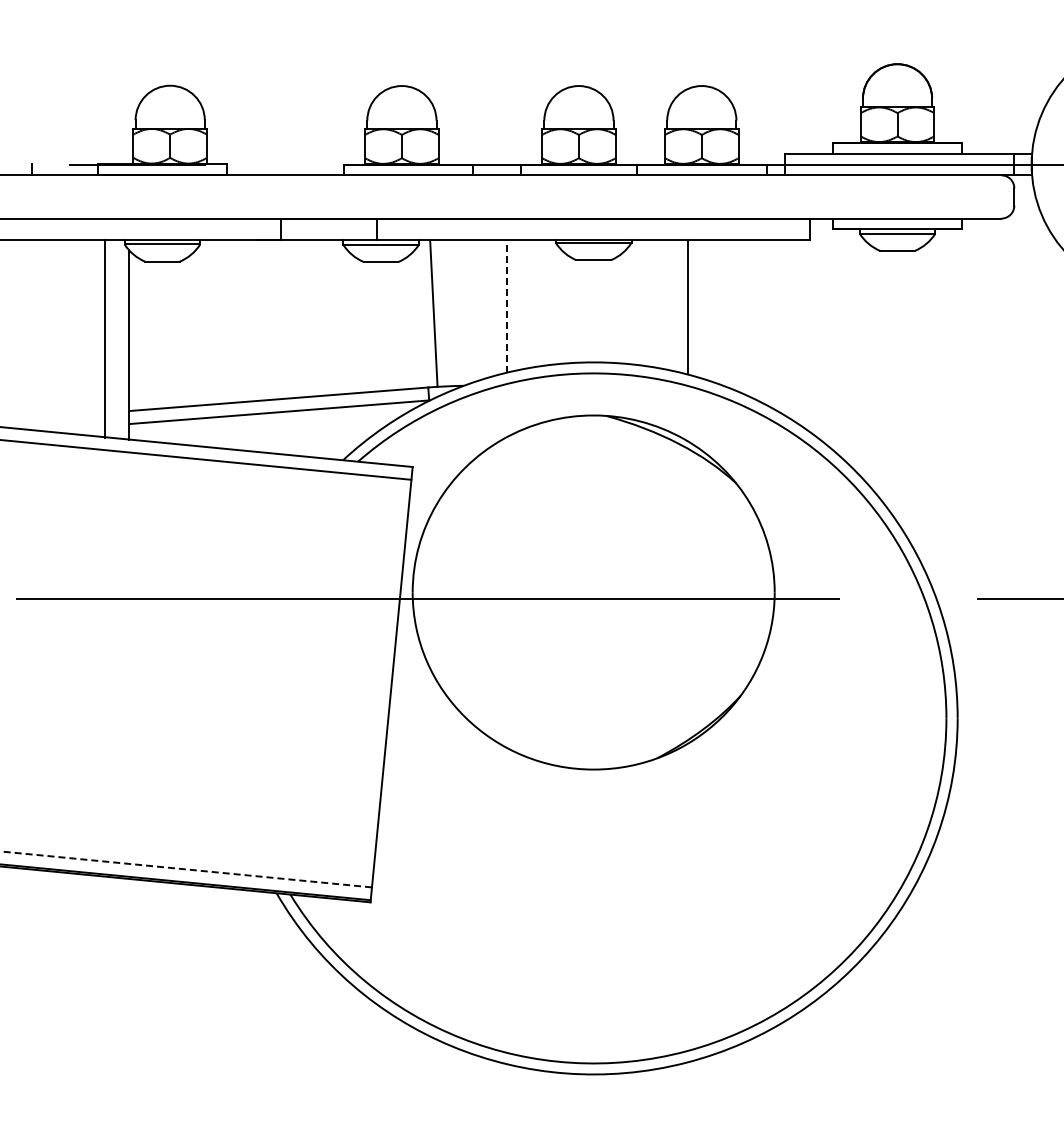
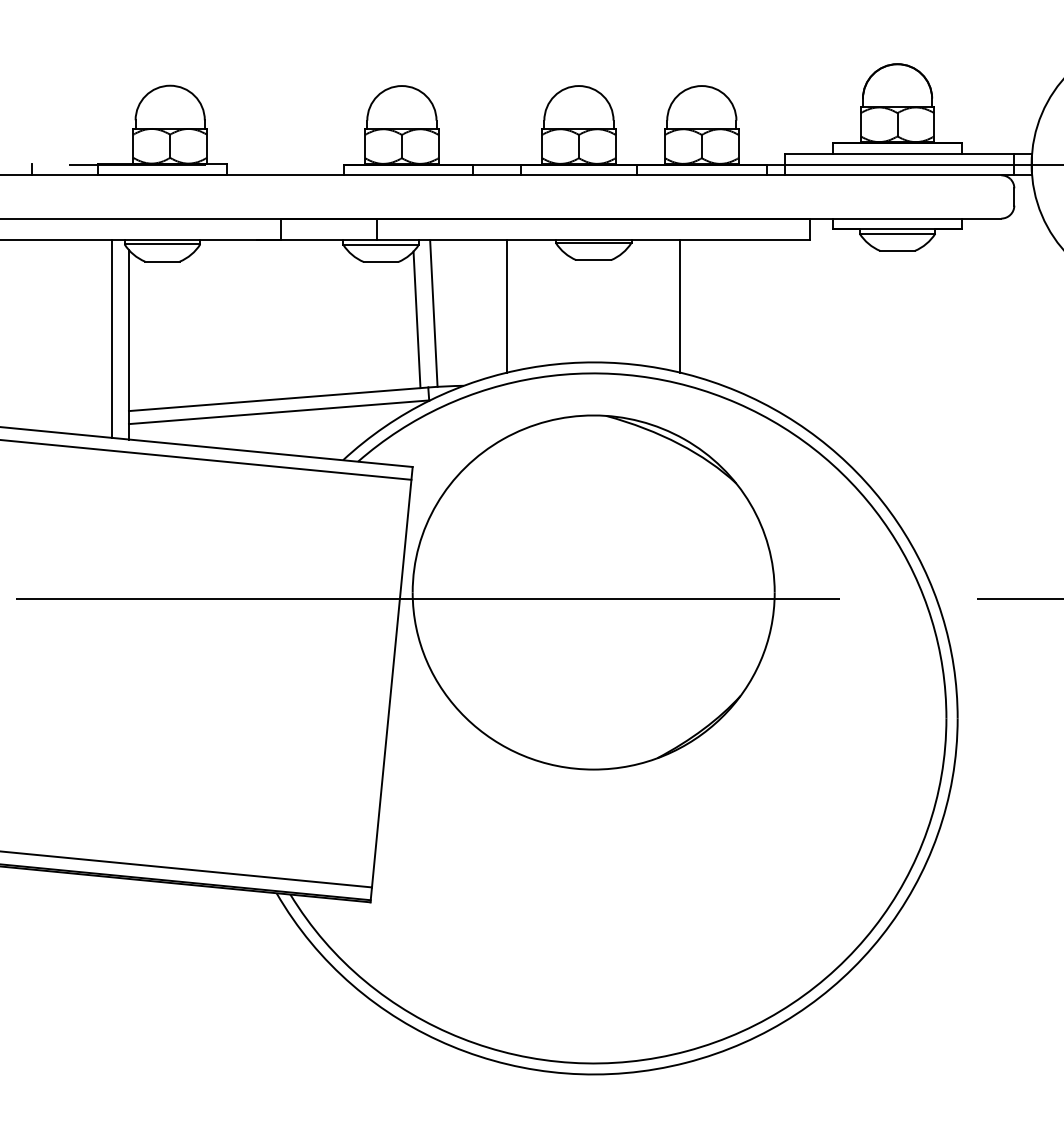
line at (507, 306): dashed -> solid
line at (688, 306) position: (688, 306) -> (680, 306)
line at (416, 319): none -> present
line at (105, 338) position: (105, 338) -> (112, 338)
line at (186, 869): dashed -> solid
